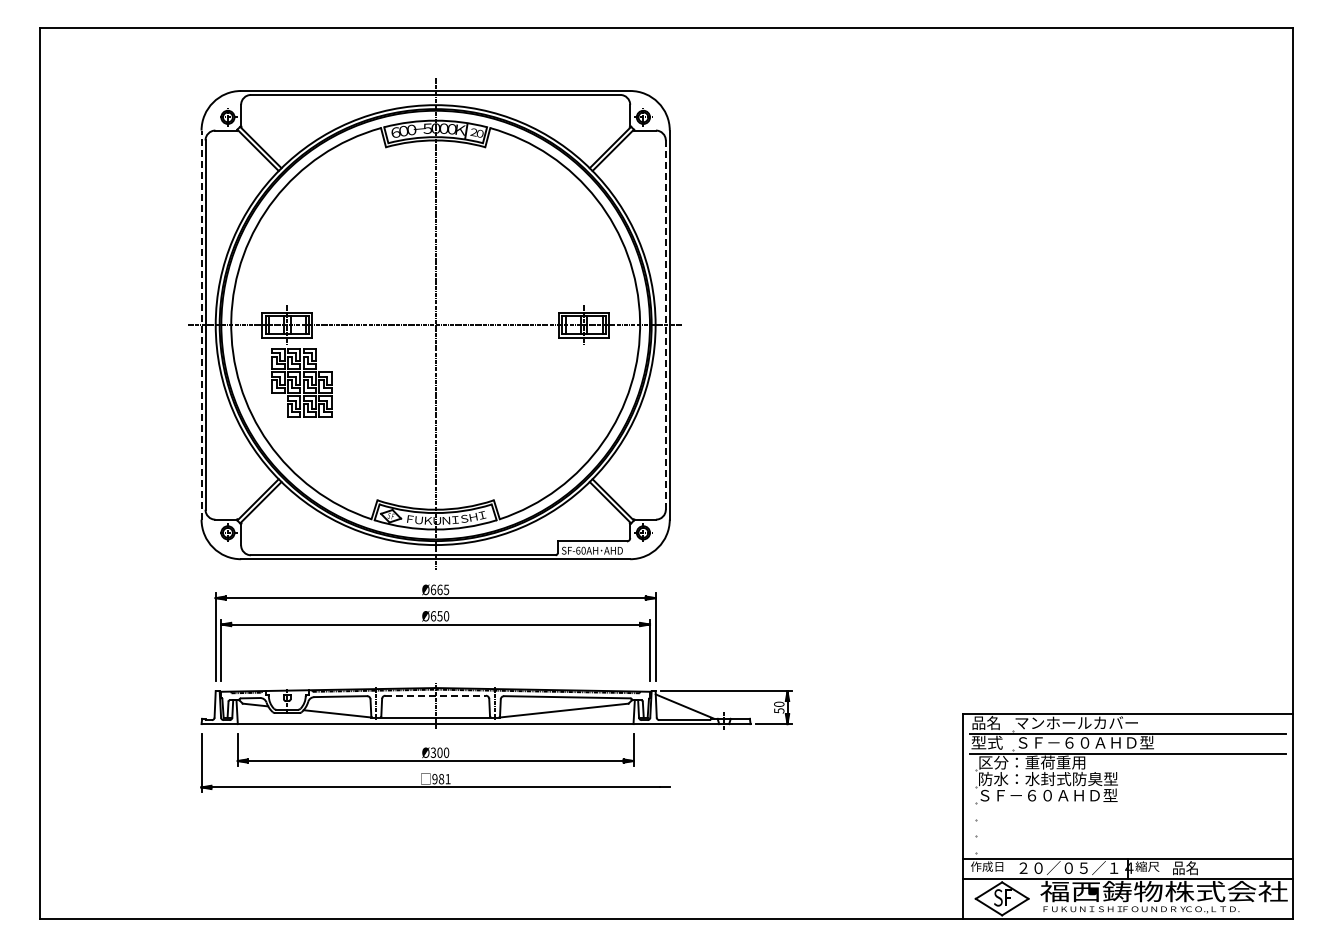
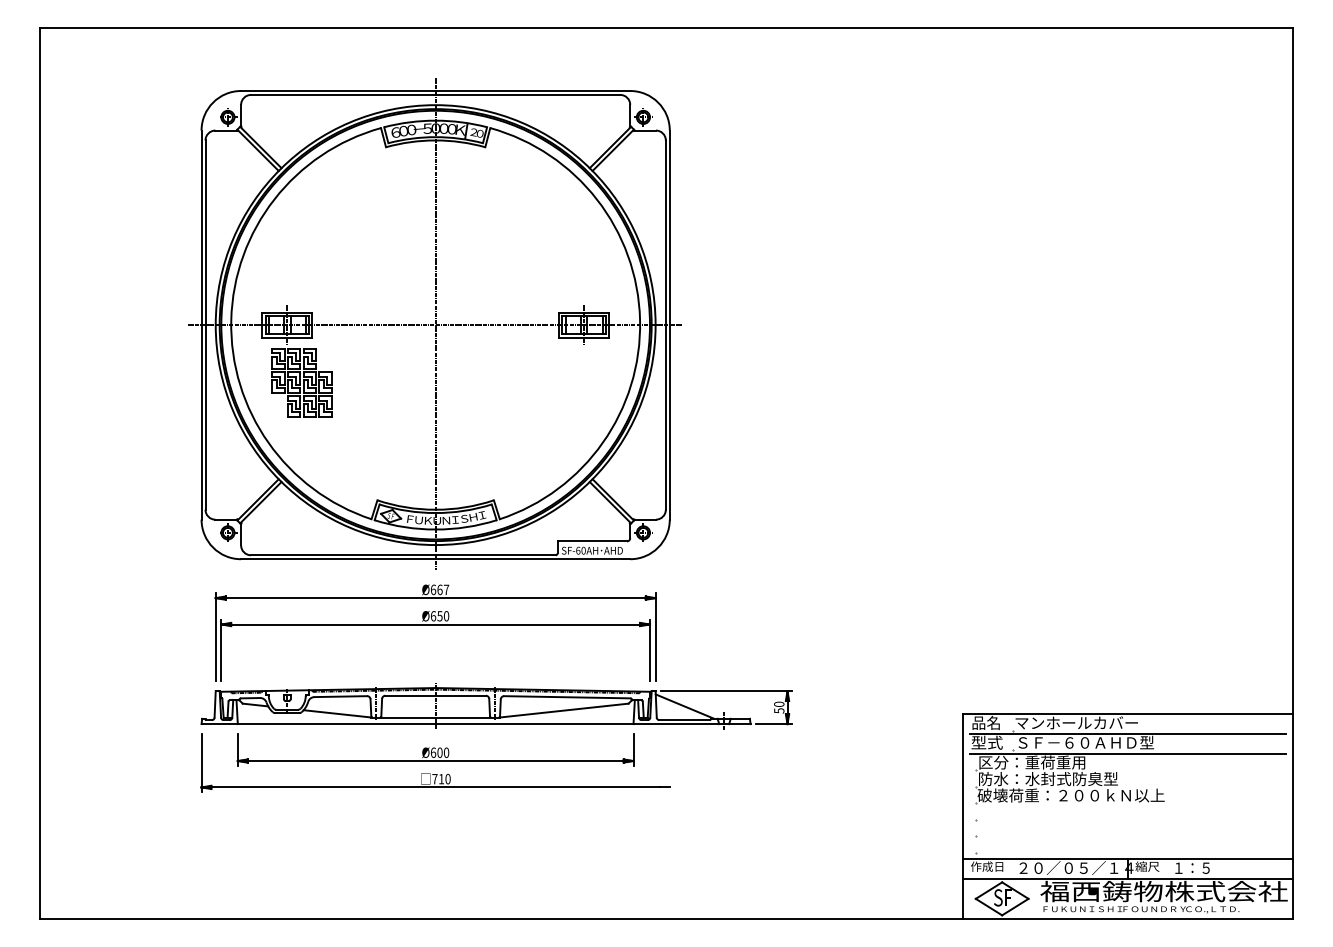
line at (201, 325): dashed -> solid
line at (665, 325): dashed -> solid
text at (446, 589): Ø665 -> Ø667
line at (436, 695): dashed -> solid
text at (433, 752): Ø300 -> Ø600
text at (441, 778): 981 -> 710
text at (1070, 795): ＳＦ－６０ＡＨＤ型 -> 破壊荷重：２００ｋＮ以上
text at (1191, 868): 品名 -> １：５
